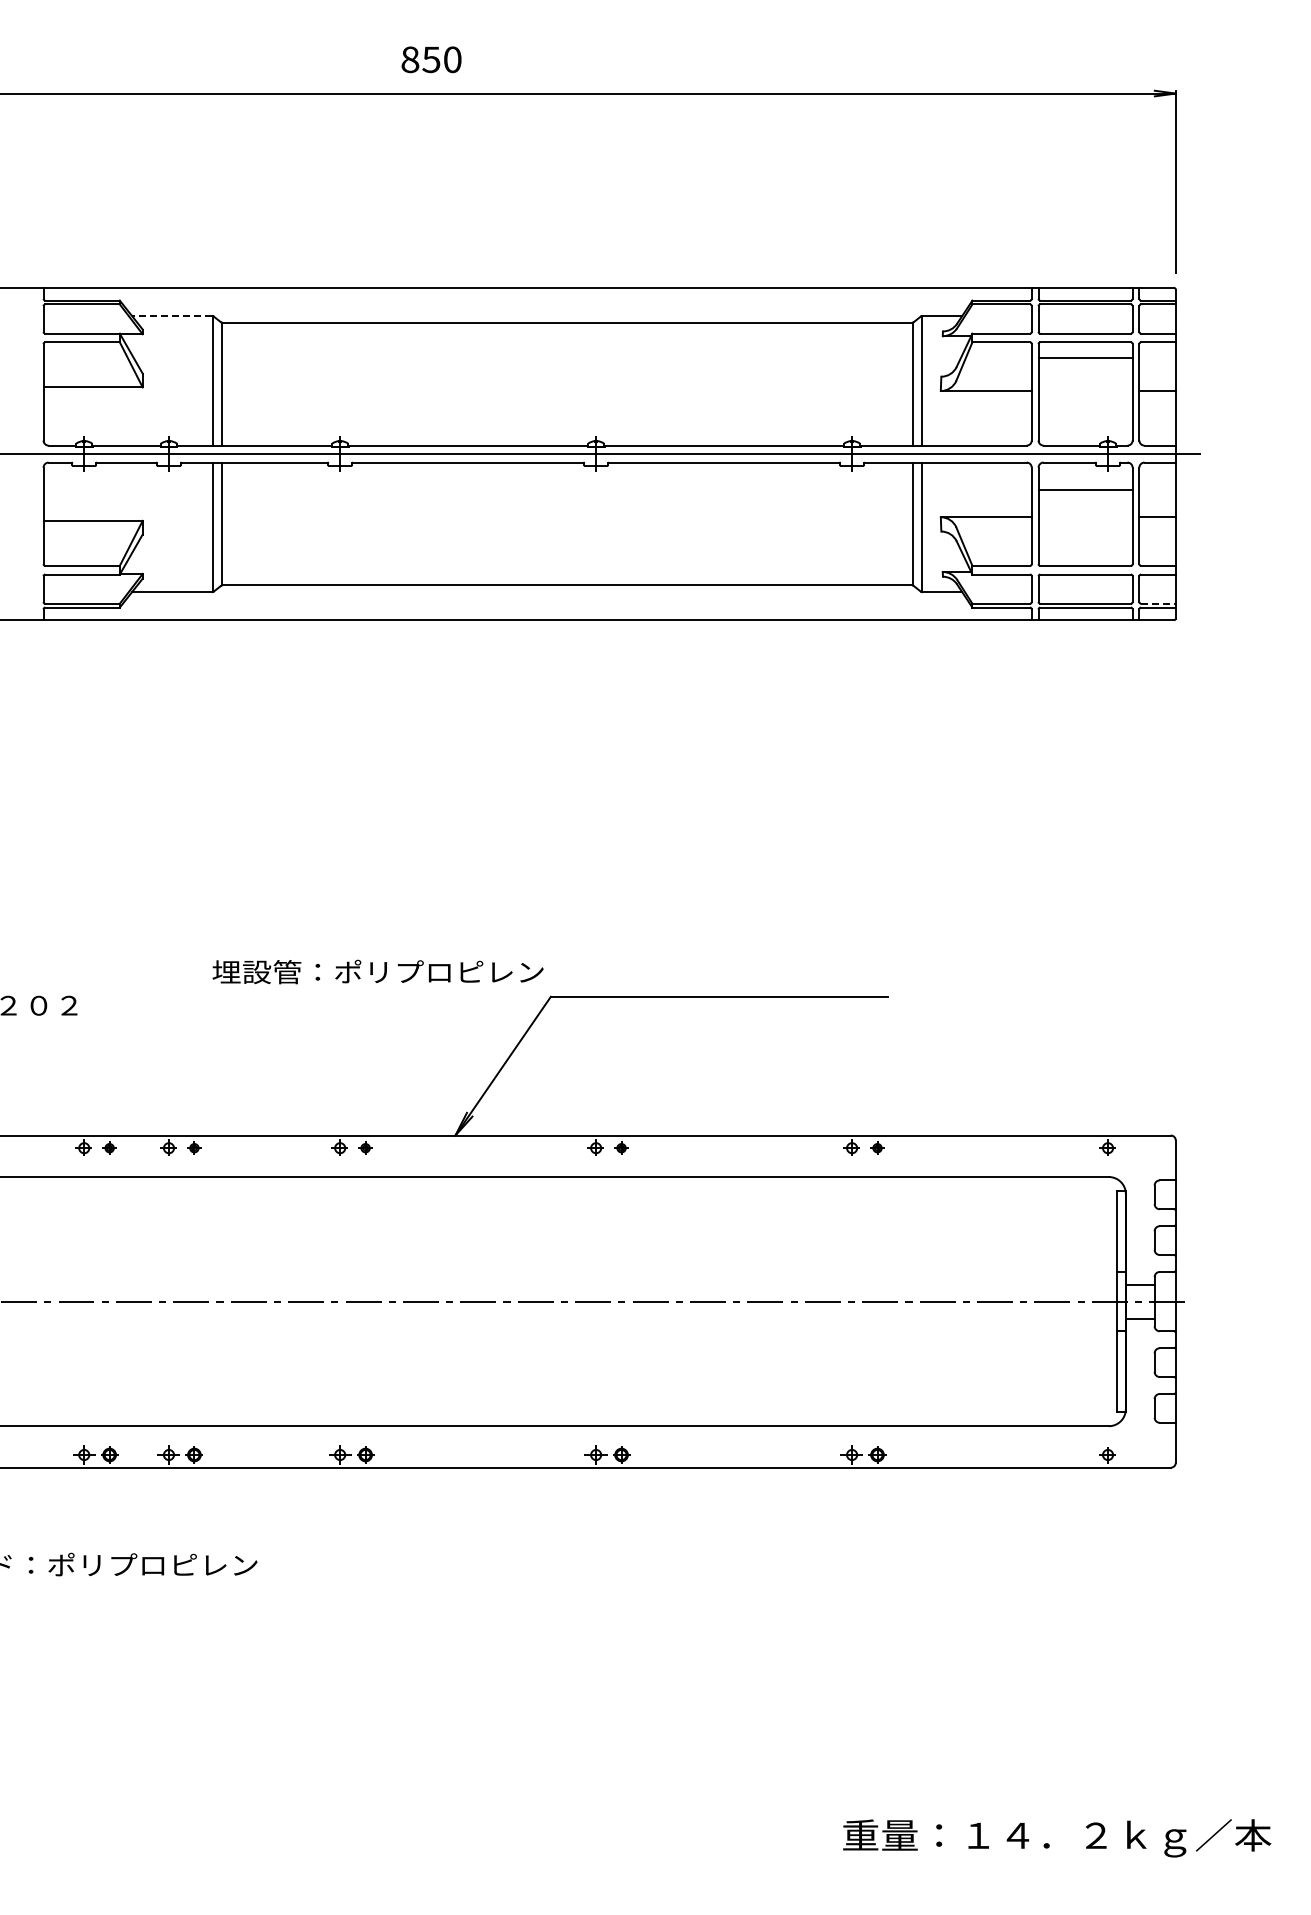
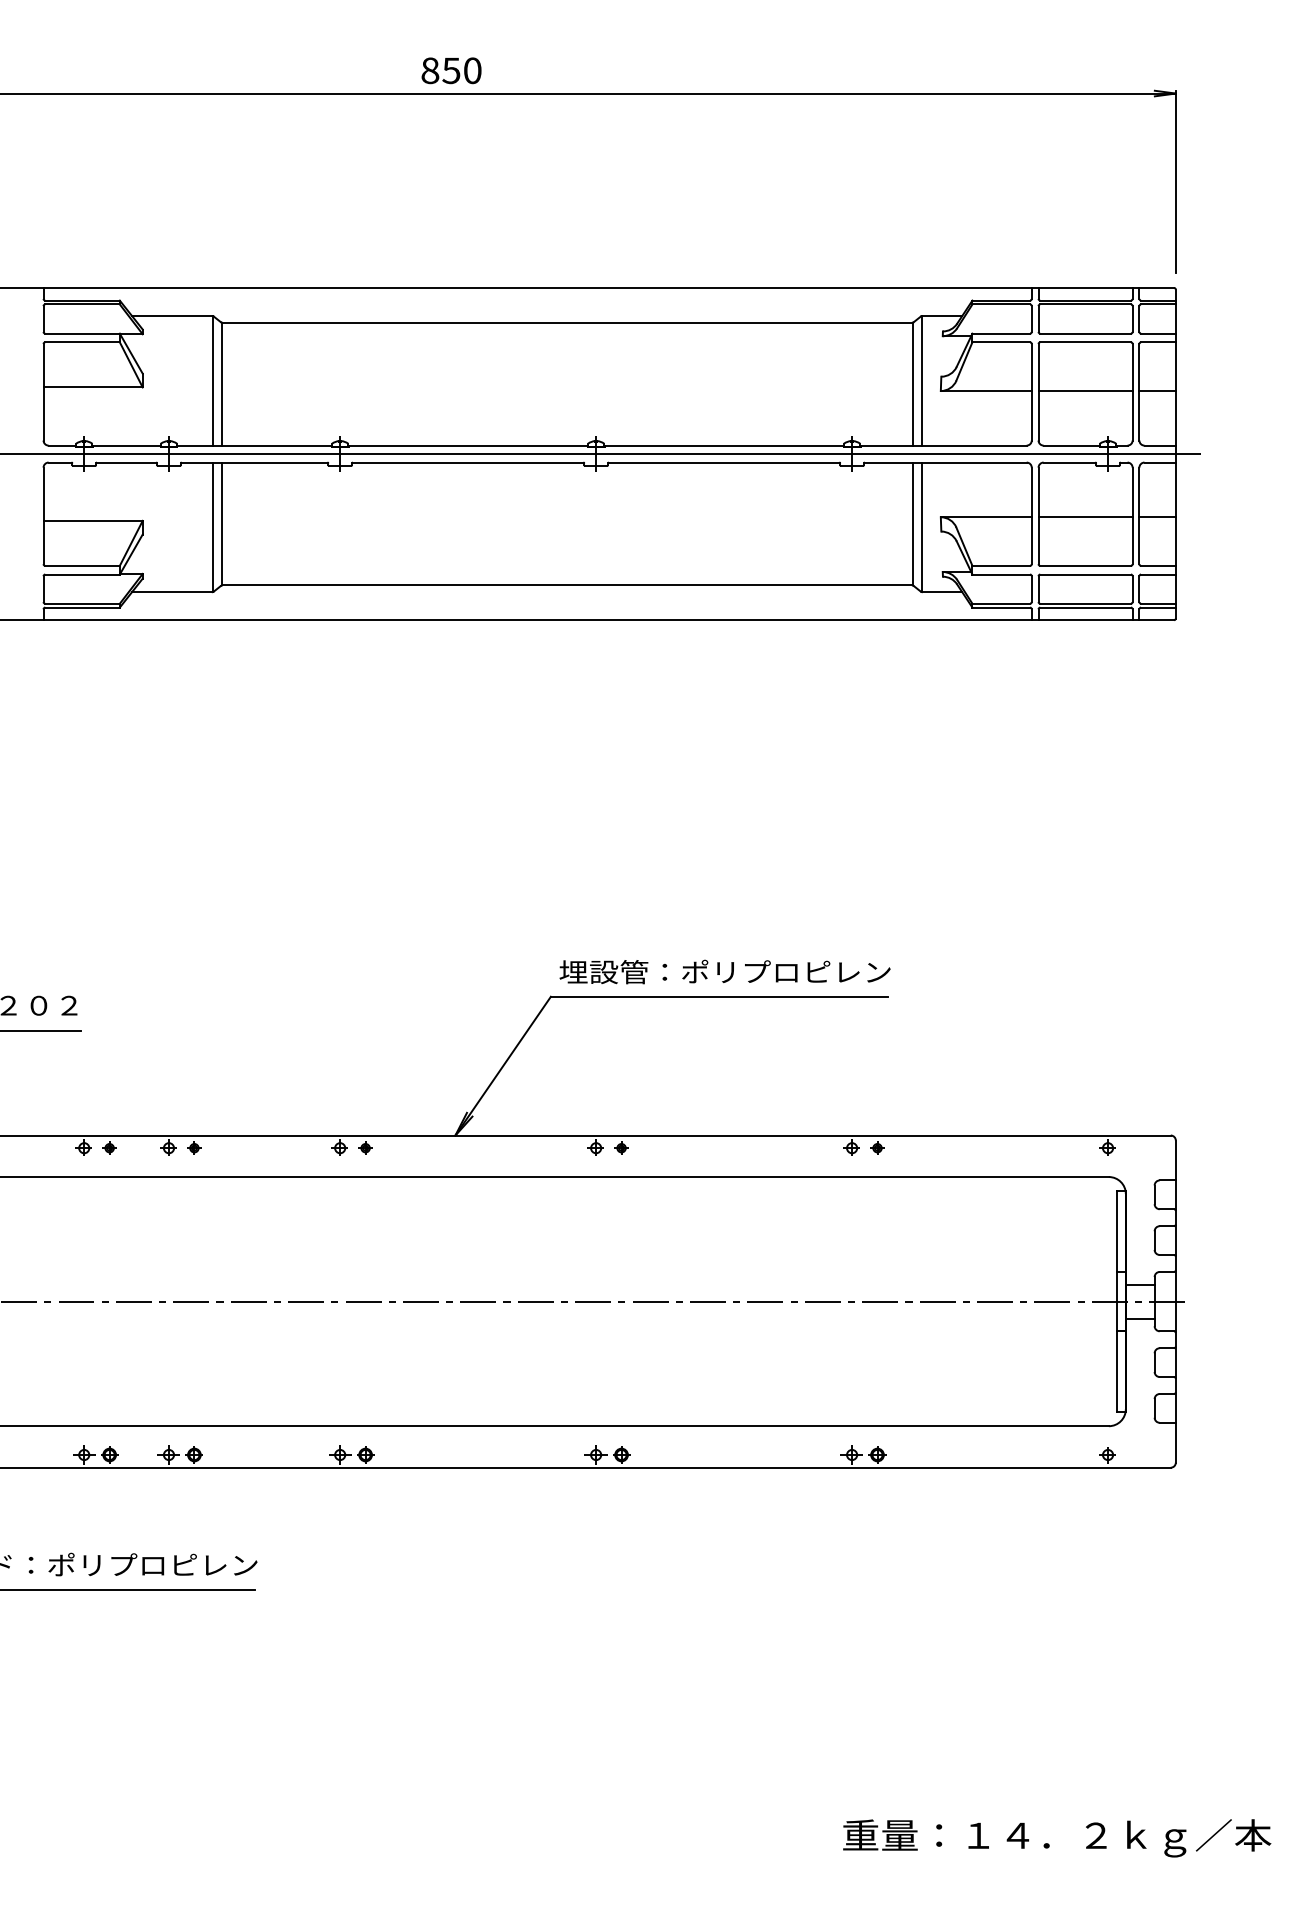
text at (431, 59) position: (431, 59) -> (451, 70)
line at (171, 315): dashed -> solid
line at (1085, 358) position: (1085, 358) -> (1085, 391)
line at (1085, 490) position: (1085, 490) -> (1085, 517)
line at (1158, 603): dashed -> solid
text at (377, 971) position: (377, 971) -> (724, 971)
line at (41, 1030): none -> present
line at (128, 1589): none -> present
